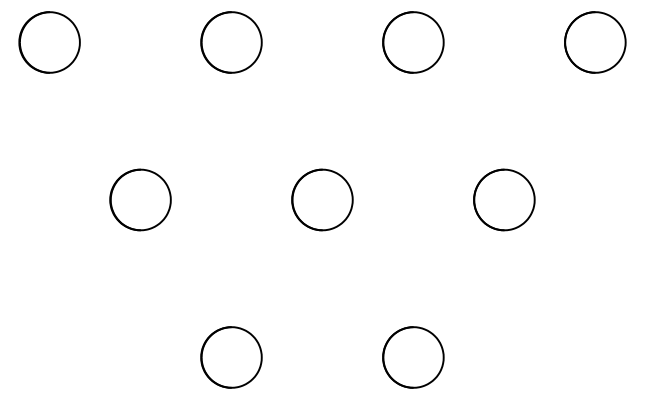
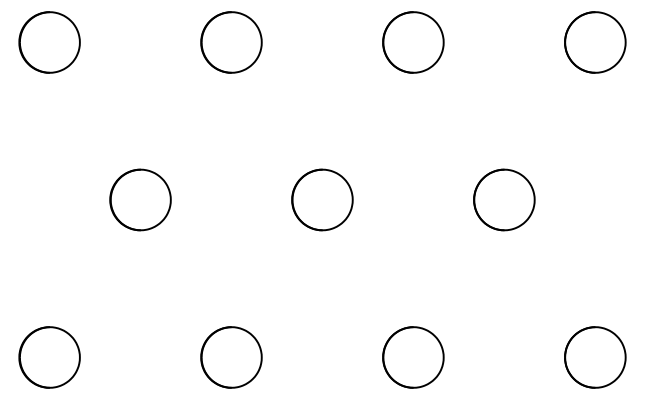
part at (49, 357): none -> present
part at (595, 357): none -> present
